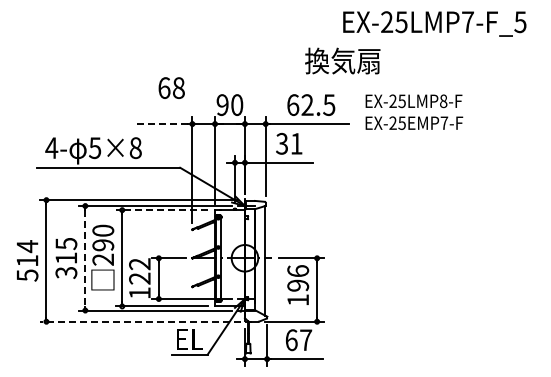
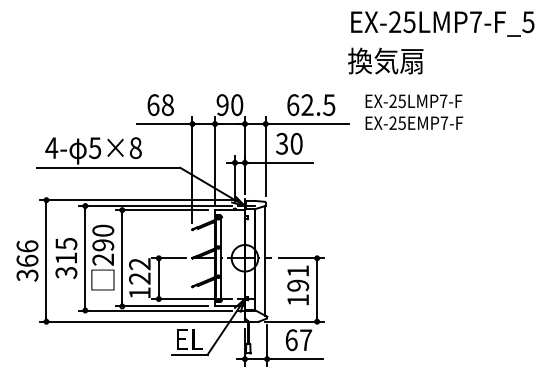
text at (434, 23) position: (434, 23) -> (442, 23)
text at (342, 60) position: (342, 60) -> (385, 60)
text at (171, 87) position: (171, 87) -> (160, 104)
text at (443, 101): EX-25LMP8-F -> EX-25LMP7-F
line at (162, 124): dashed -> solid
text at (296, 143): 31 -> 30
line at (161, 210): dashed -> solid
line at (85, 258): dashed -> solid
text at (27, 260): 514 -> 366
text at (298, 270): 196 -> 191
line at (145, 321): dashed -> solid
